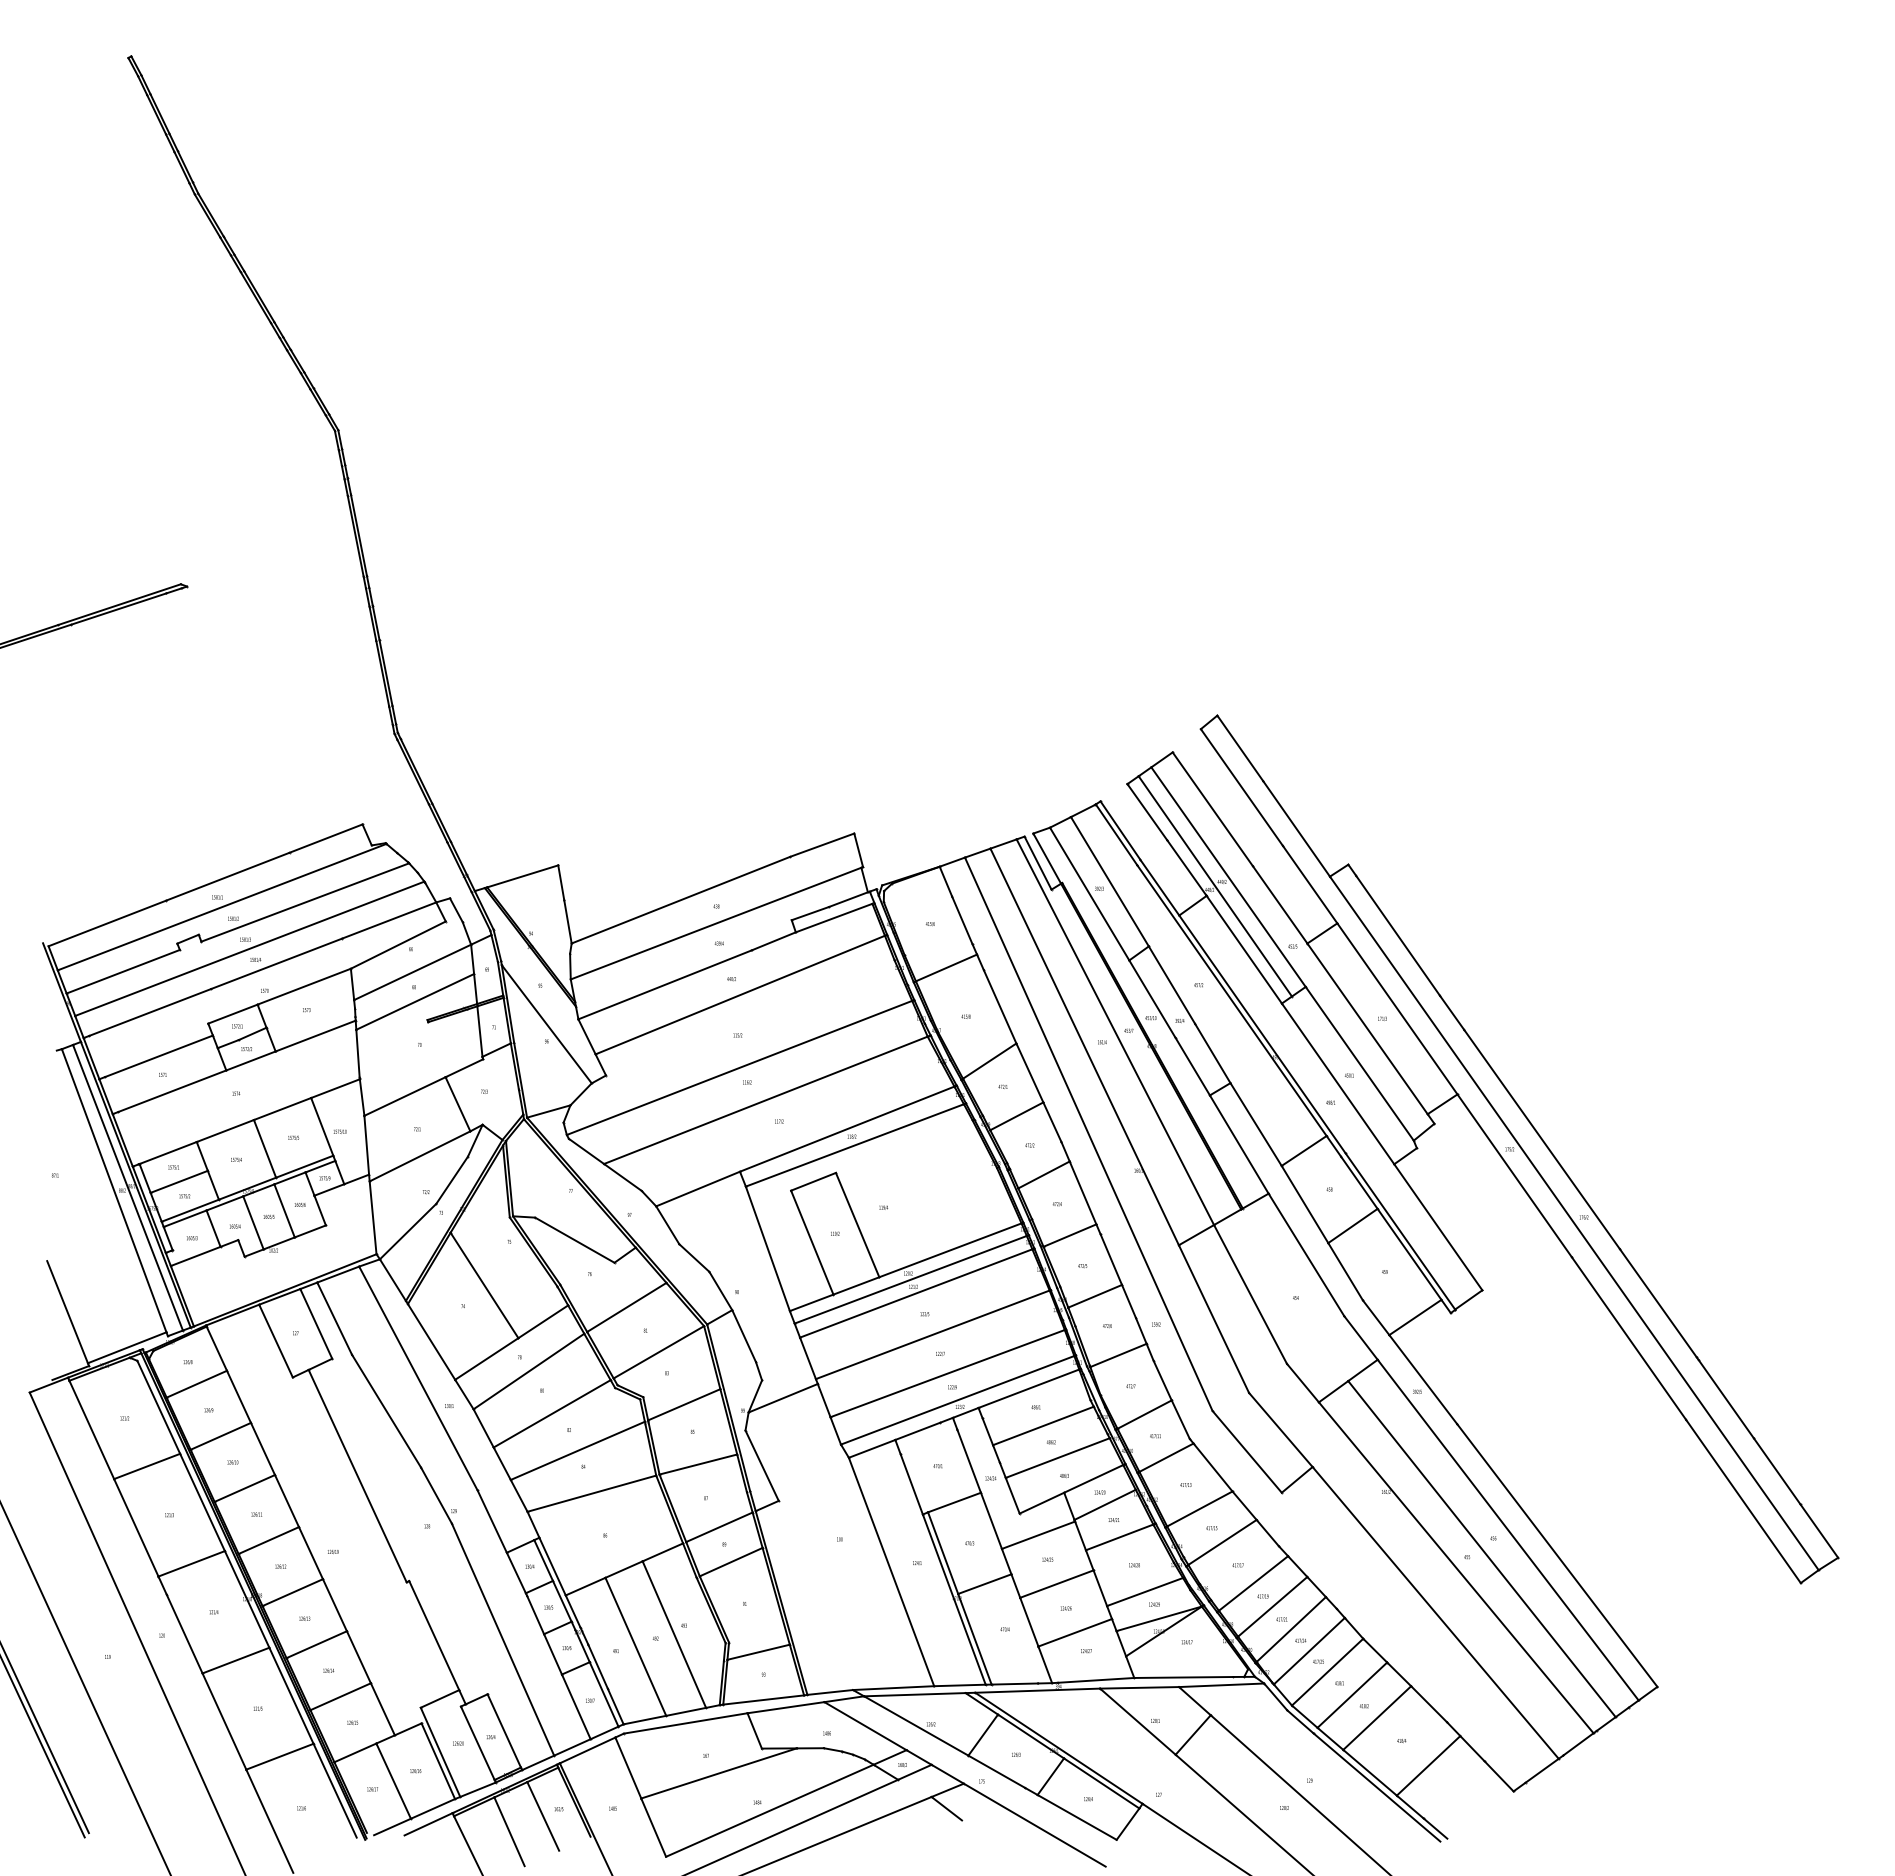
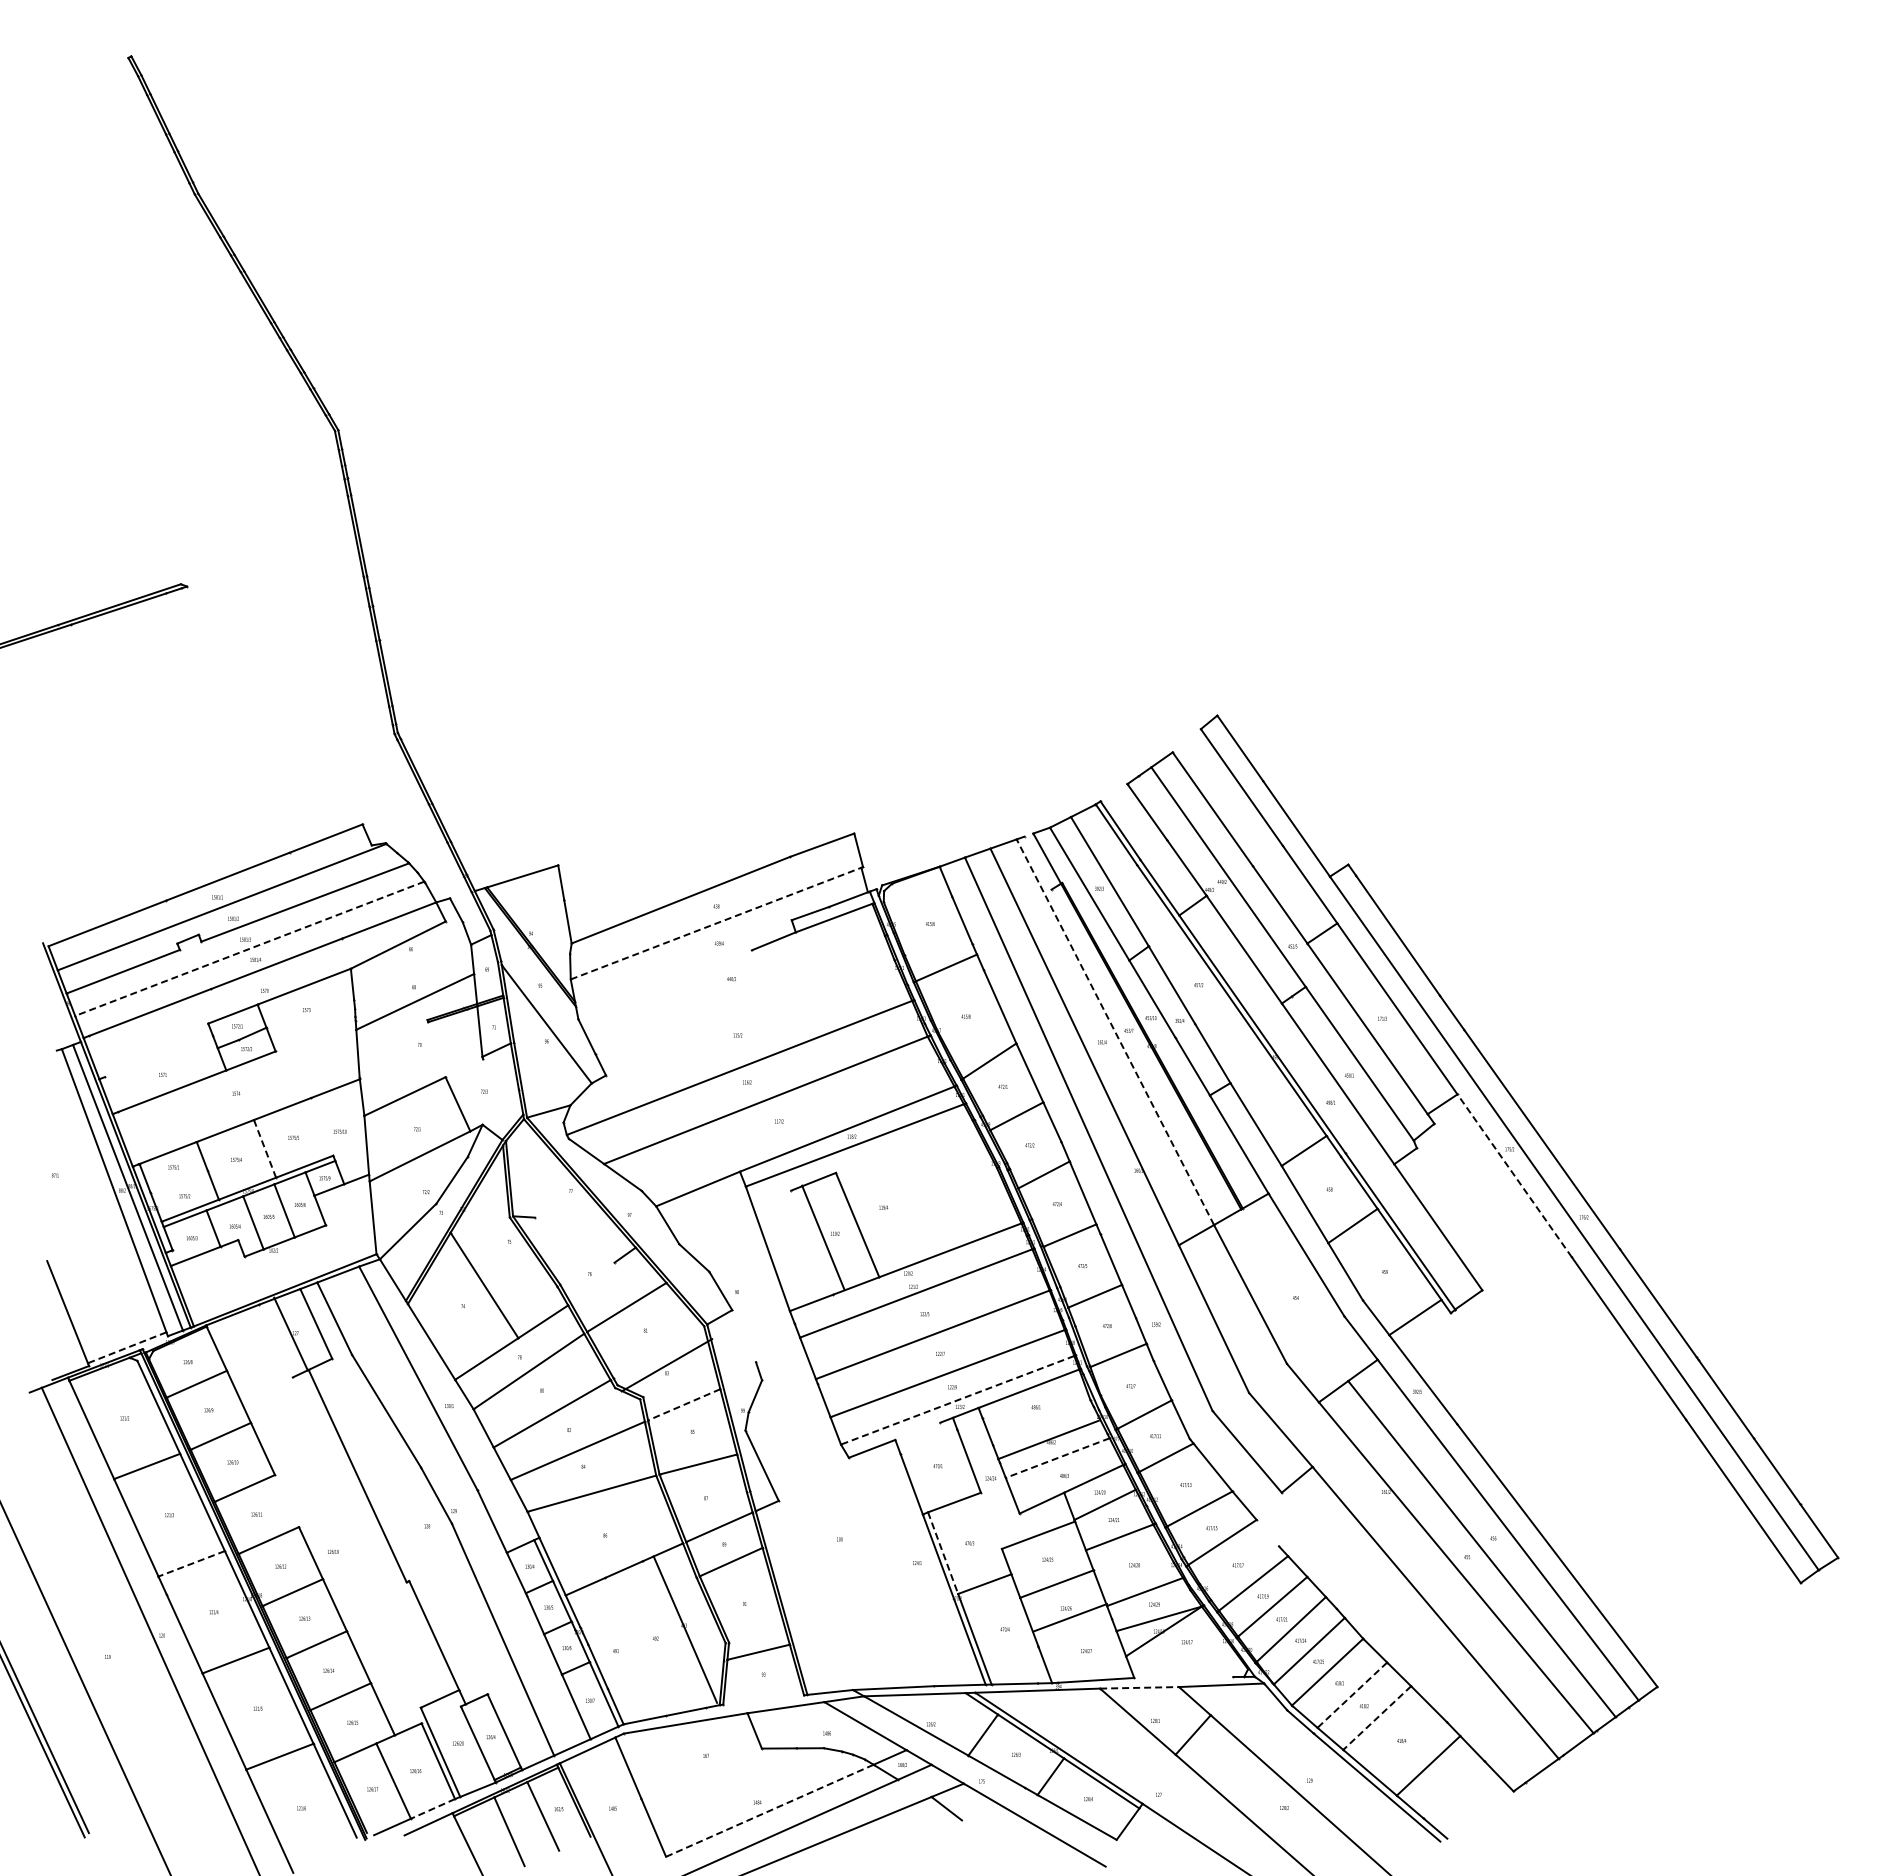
line at (1037, 862): present -> none
line at (1214, 886): present -> none
line at (716, 923): solid -> dashed
line at (249, 948): solid -> dashed
line at (412, 972): present -> none
line at (664, 984): present -> none
line at (739, 994): present -> none
line at (1115, 1032): solid -> dashed
line at (315, 1035): present -> none
line at (158, 1056): present -> none
line at (464, 1068): present -> none
line at (322, 1126): present -> none
line at (265, 1148): solid -> dashed
line at (1514, 1175): solid -> dashed
line at (178, 1181): present -> none
line at (574, 1239): present -> none
line at (812, 1242) position: (812, 1242) -> (823, 1237)
line at (910, 1279): present -> none
line at (743, 1336): present -> none
line at (275, 1340) position: (275, 1340) -> (290, 1333)
line at (126, 1347): solid -> dashed
line at (658, 1352) position: (658, 1352) -> (666, 1365)
line at (782, 1398): present -> none
line at (957, 1400): solid -> dashed
line at (683, 1404): solid -> dashed
line at (1043, 1425) position: (1043, 1425) -> (1048, 1439)
line at (917, 1430): present -> none
line at (1057, 1458): solid -> dashed
line at (286, 1501): present -> none
line at (990, 1520): present -> none
line at (1267, 1532): present -> none
line at (943, 1553): solid -> dashed
line at (191, 1563): solid -> dashed
line at (891, 1571): present -> none
line at (136, 1632) position: (136, 1632) -> (149, 1629)
line at (1074, 1632) position: (1074, 1632) -> (1069, 1617)
line at (674, 1634) position: (674, 1634) -> (685, 1629)
line at (635, 1646): present -> none
line at (1183, 1677): present -> none
line at (1140, 1687): solid -> dashed
line at (1352, 1695): solid -> dashed
line at (763, 1699): present -> none
line at (1377, 1718): solid -> dashed
line at (718, 1773): present -> none
line at (432, 1809): solid -> dashed
line at (769, 1810): solid -> dashed
